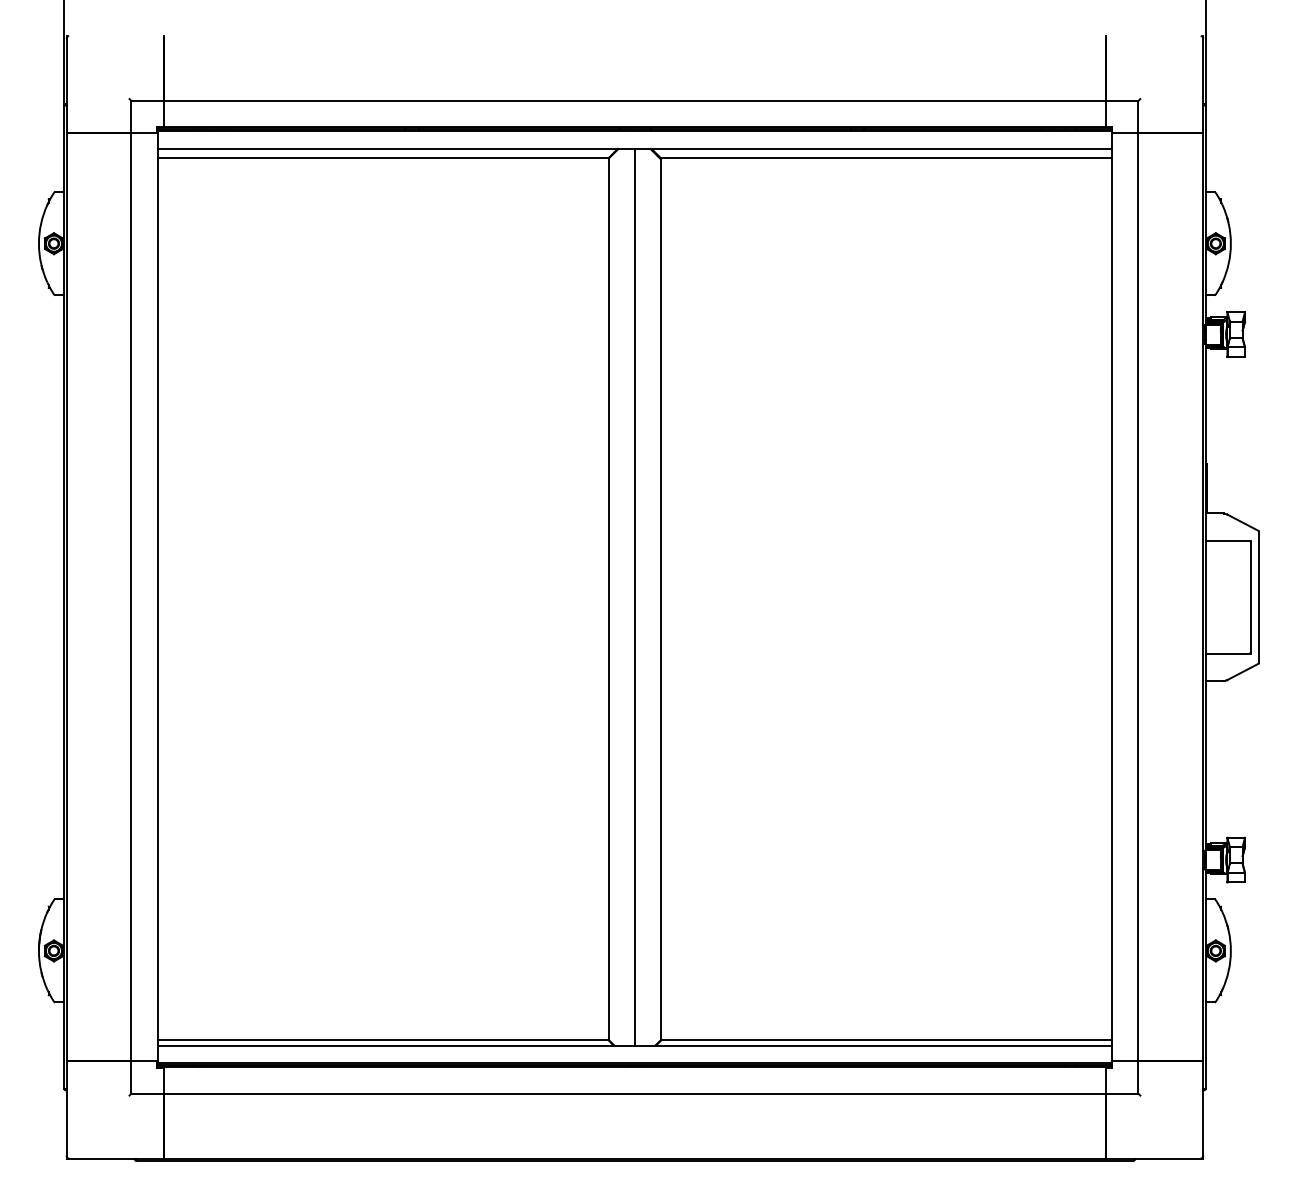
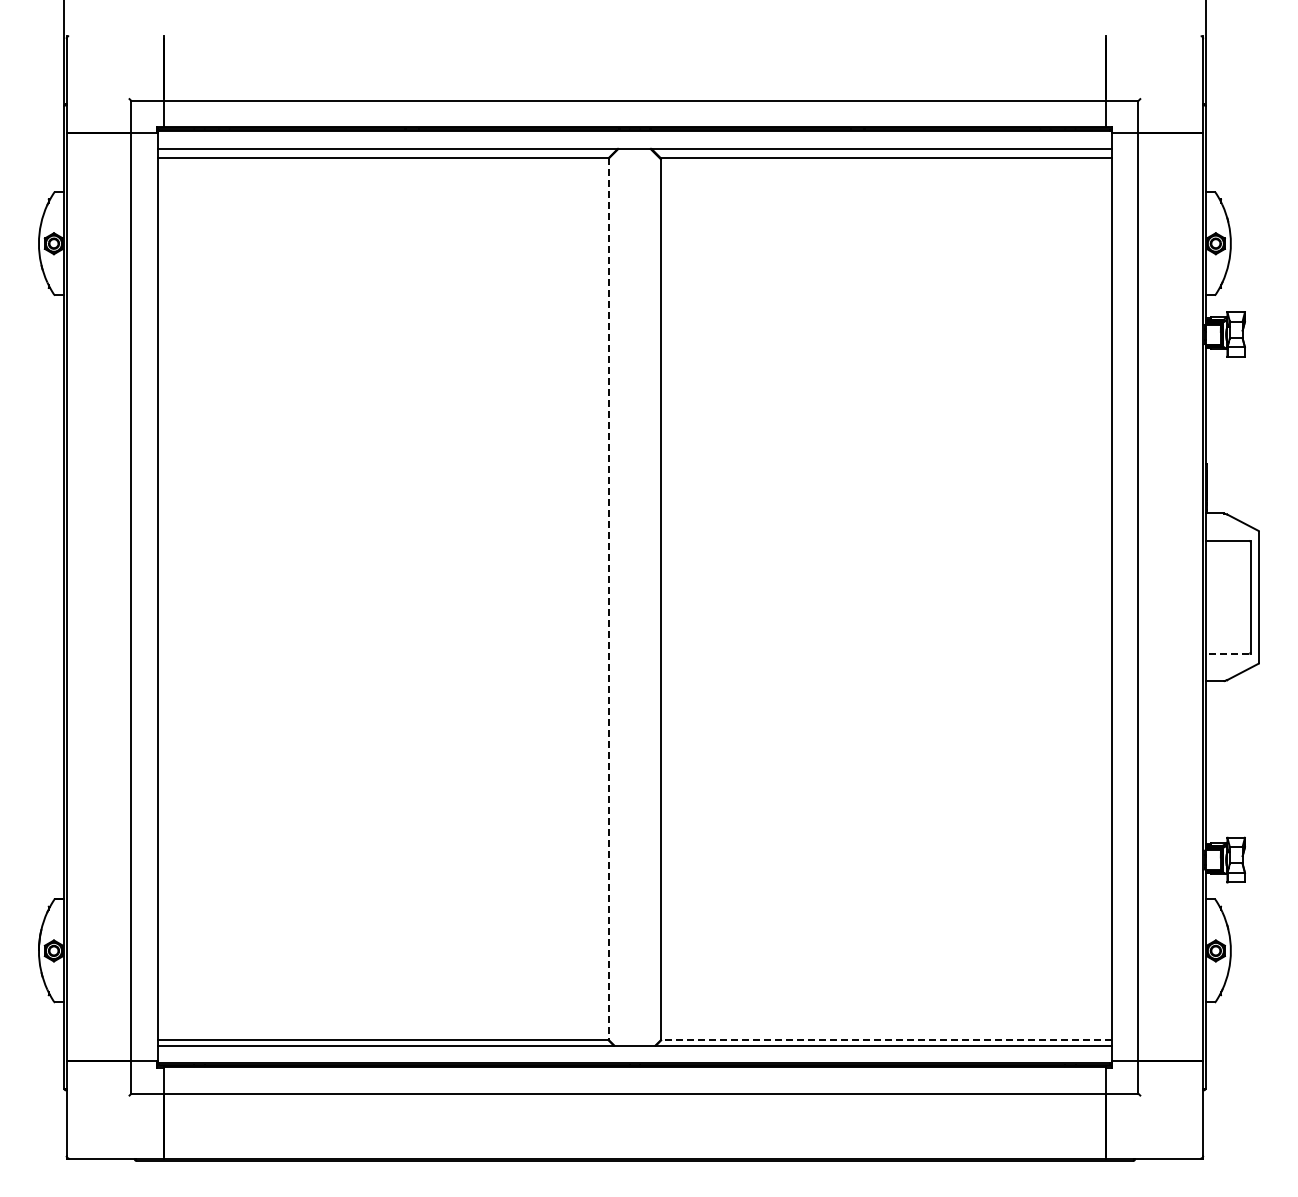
line at (634, 597): present -> none
line at (608, 599): solid -> dashed
line at (1227, 653): solid -> dashed
line at (886, 1040): solid -> dashed
